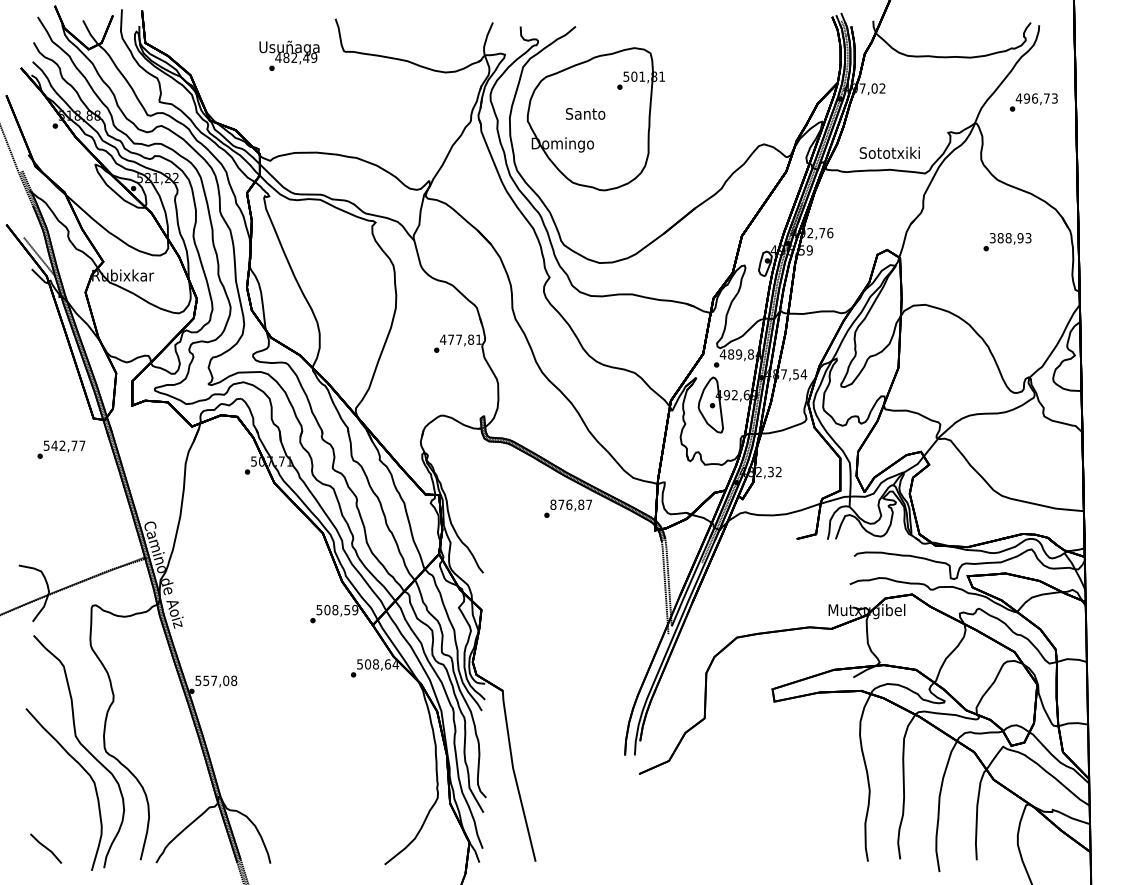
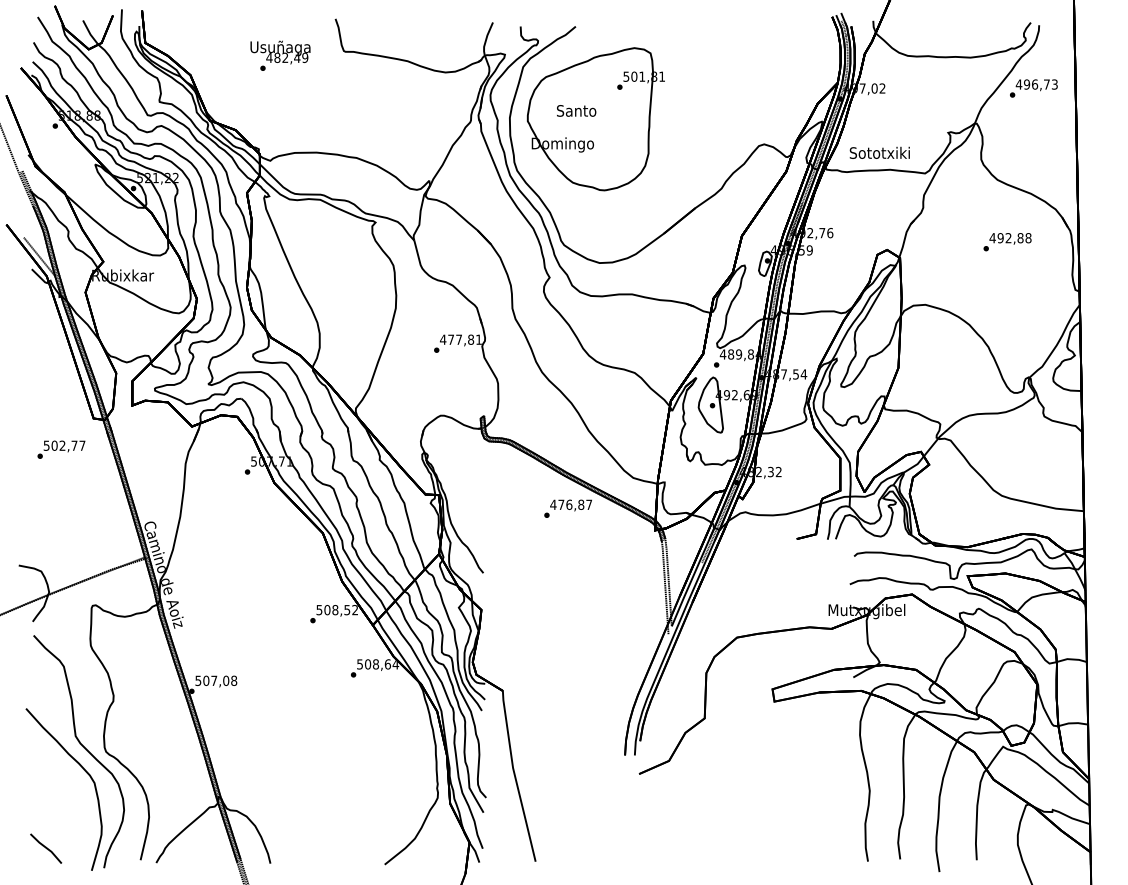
text at (289, 55) position: (289, 55) -> (280, 55)
text at (1033, 102) position: (1033, 102) -> (1033, 88)
text at (585, 113) position: (585, 113) -> (576, 110)
text at (889, 152) position: (889, 152) -> (879, 152)
text at (1010, 238): 388,93 -> 492,88
text at (54, 445): 542,77 -> 502,77
text at (553, 504): 876,87 -> 476,87
text at (355, 610): 508,59 -> 508,52
text at (206, 680): 557,08 -> 507,08
